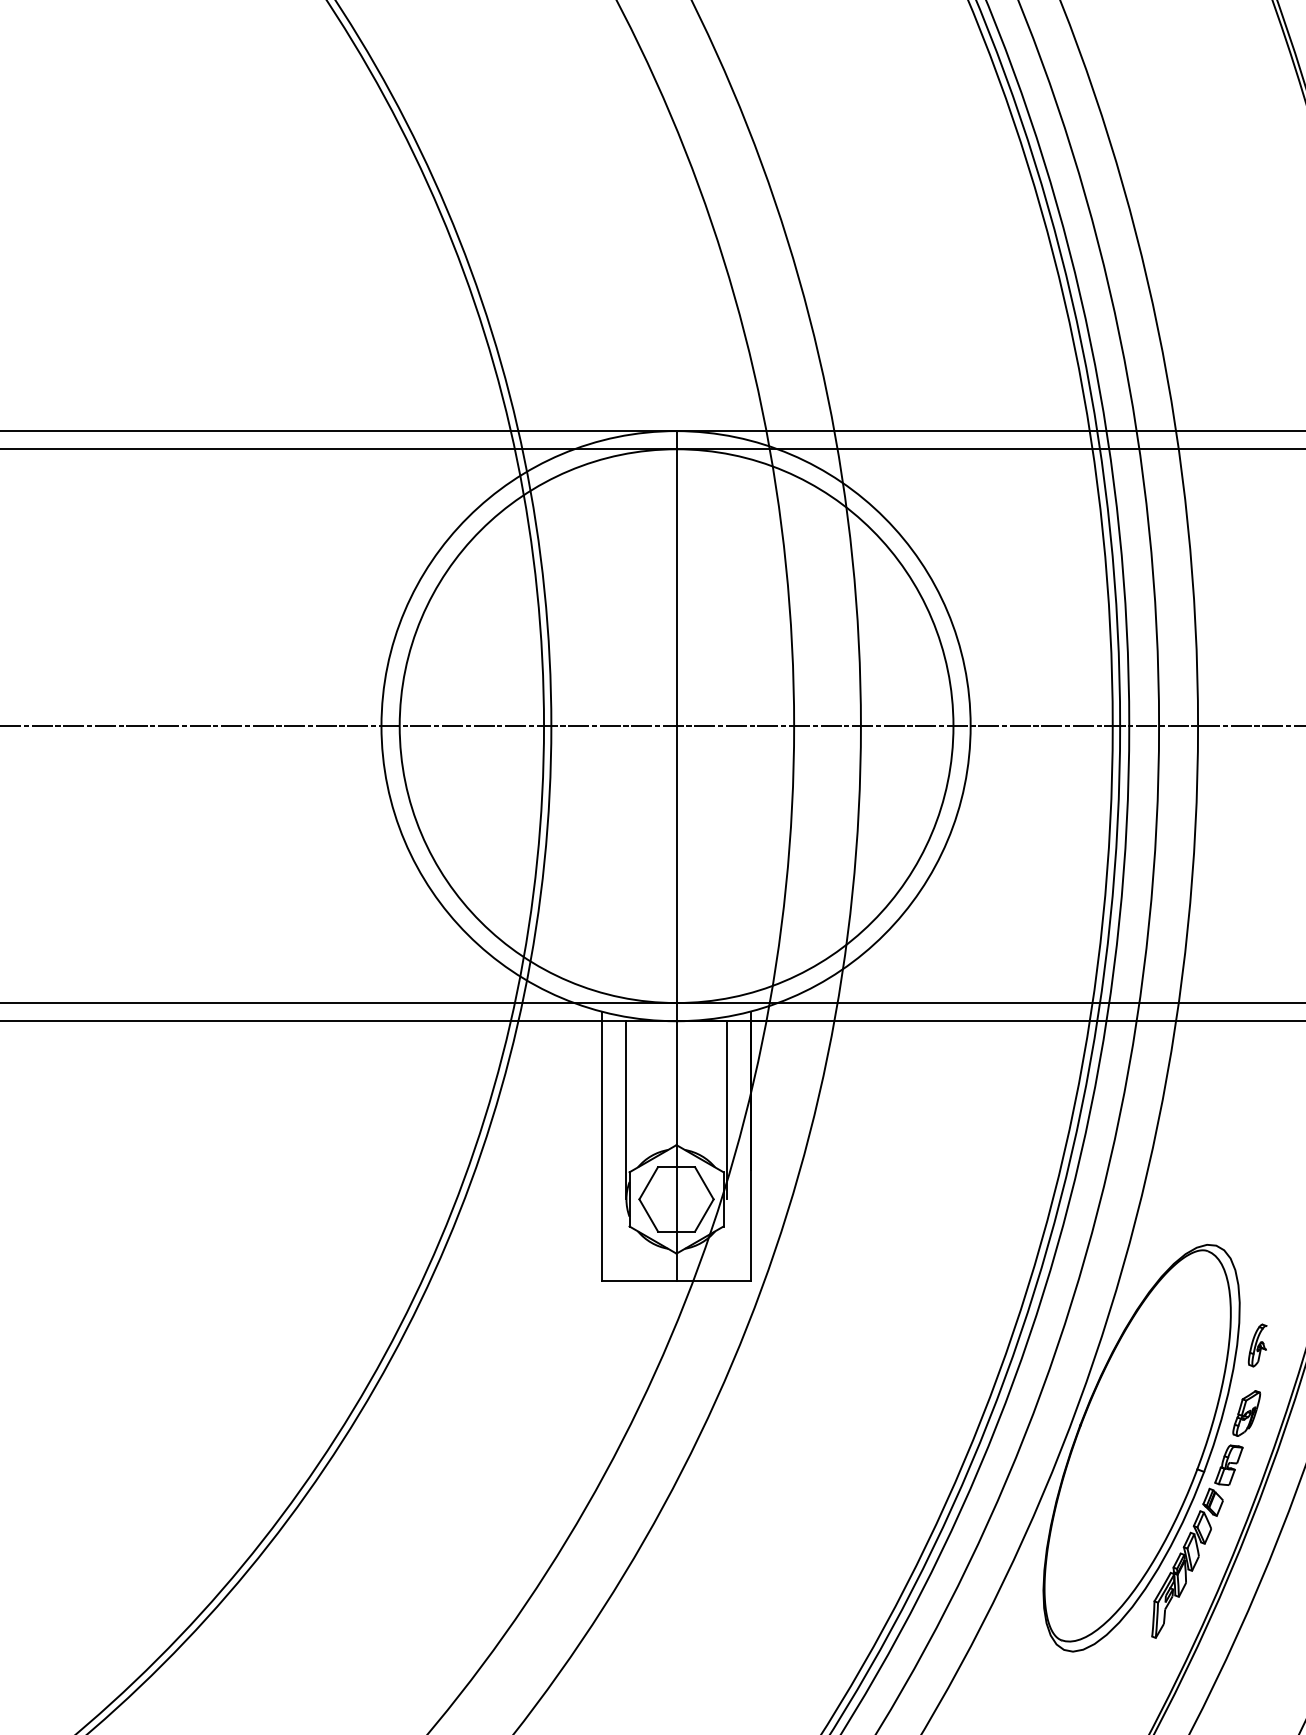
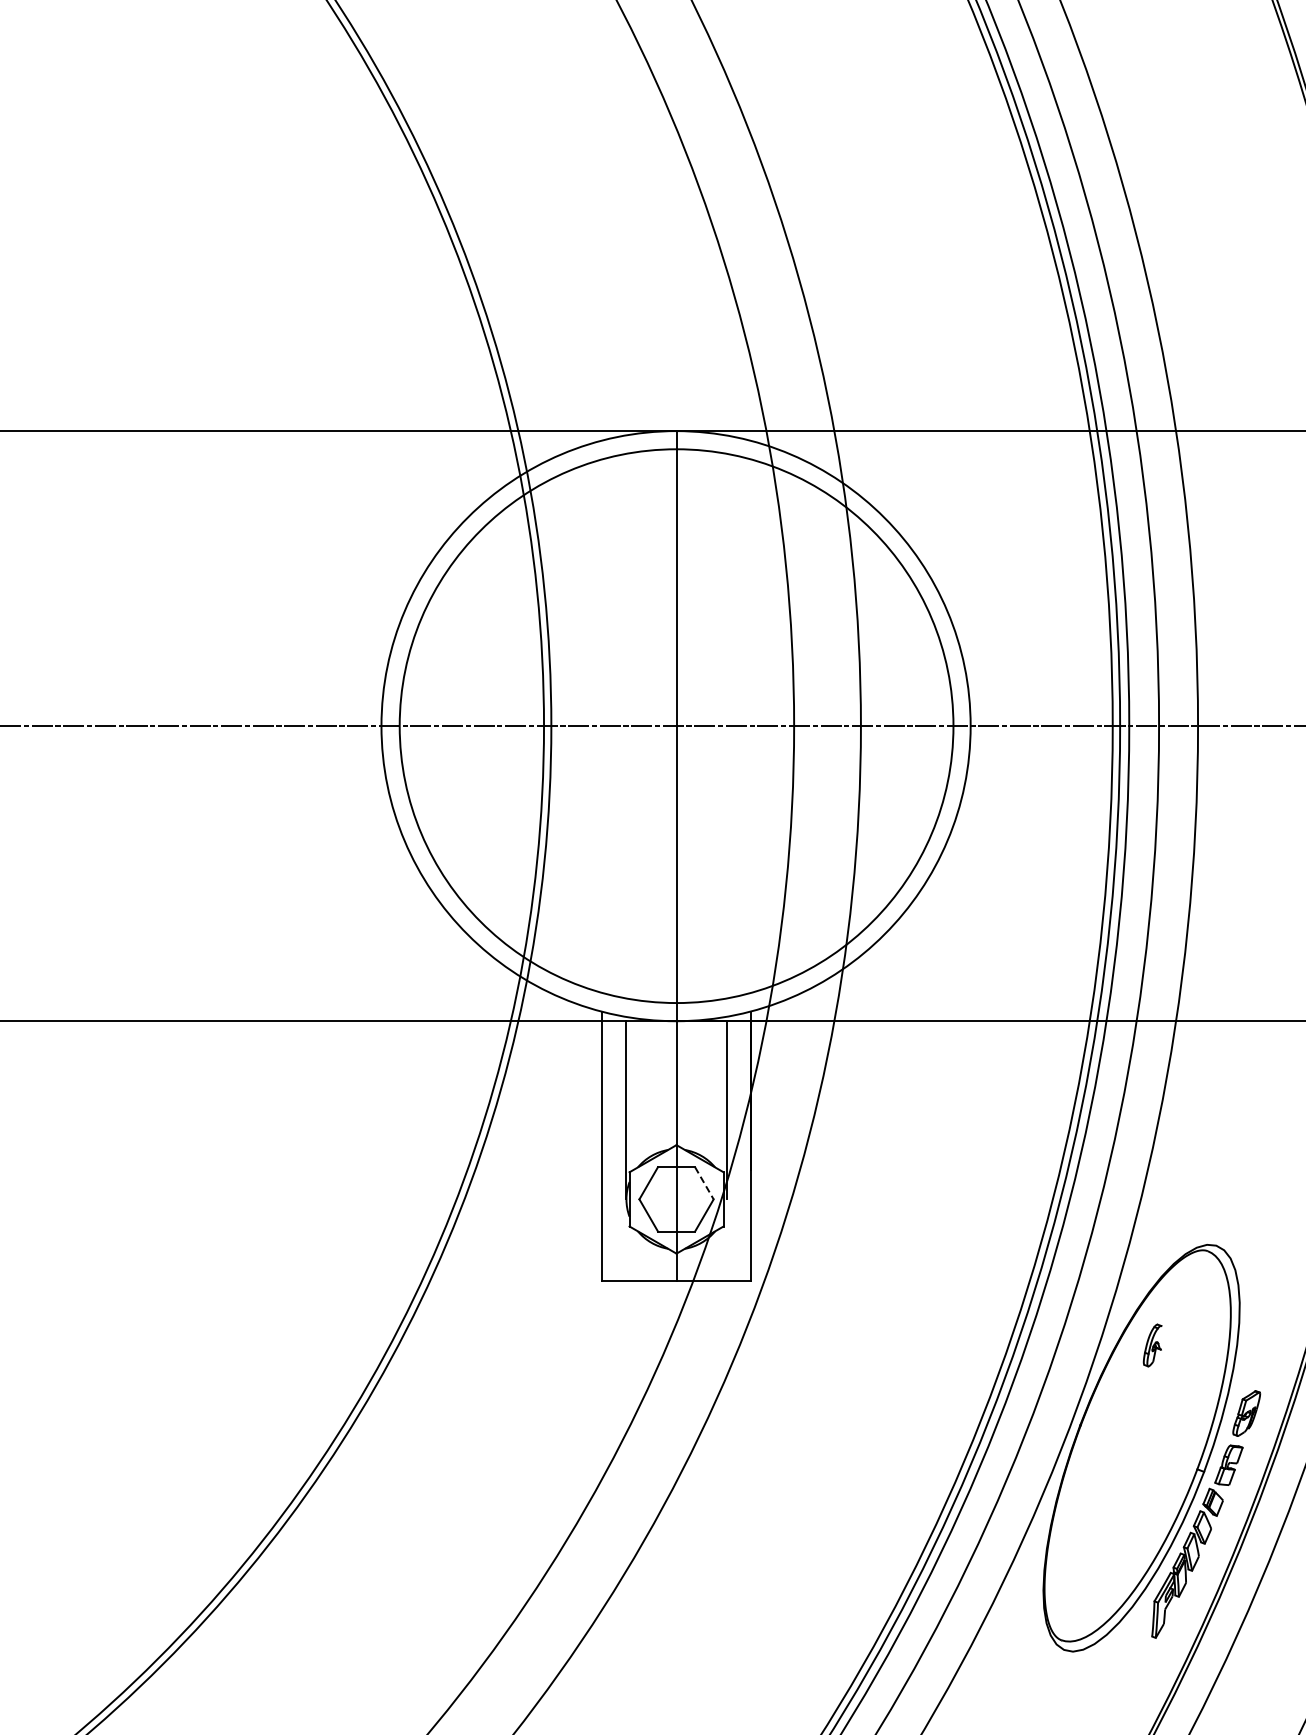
line at (652, 449): present -> none
line at (652, 1003): present -> none
line at (704, 1183): solid -> dashed
part at (1257, 1345) position: (1257, 1345) -> (1152, 1345)
